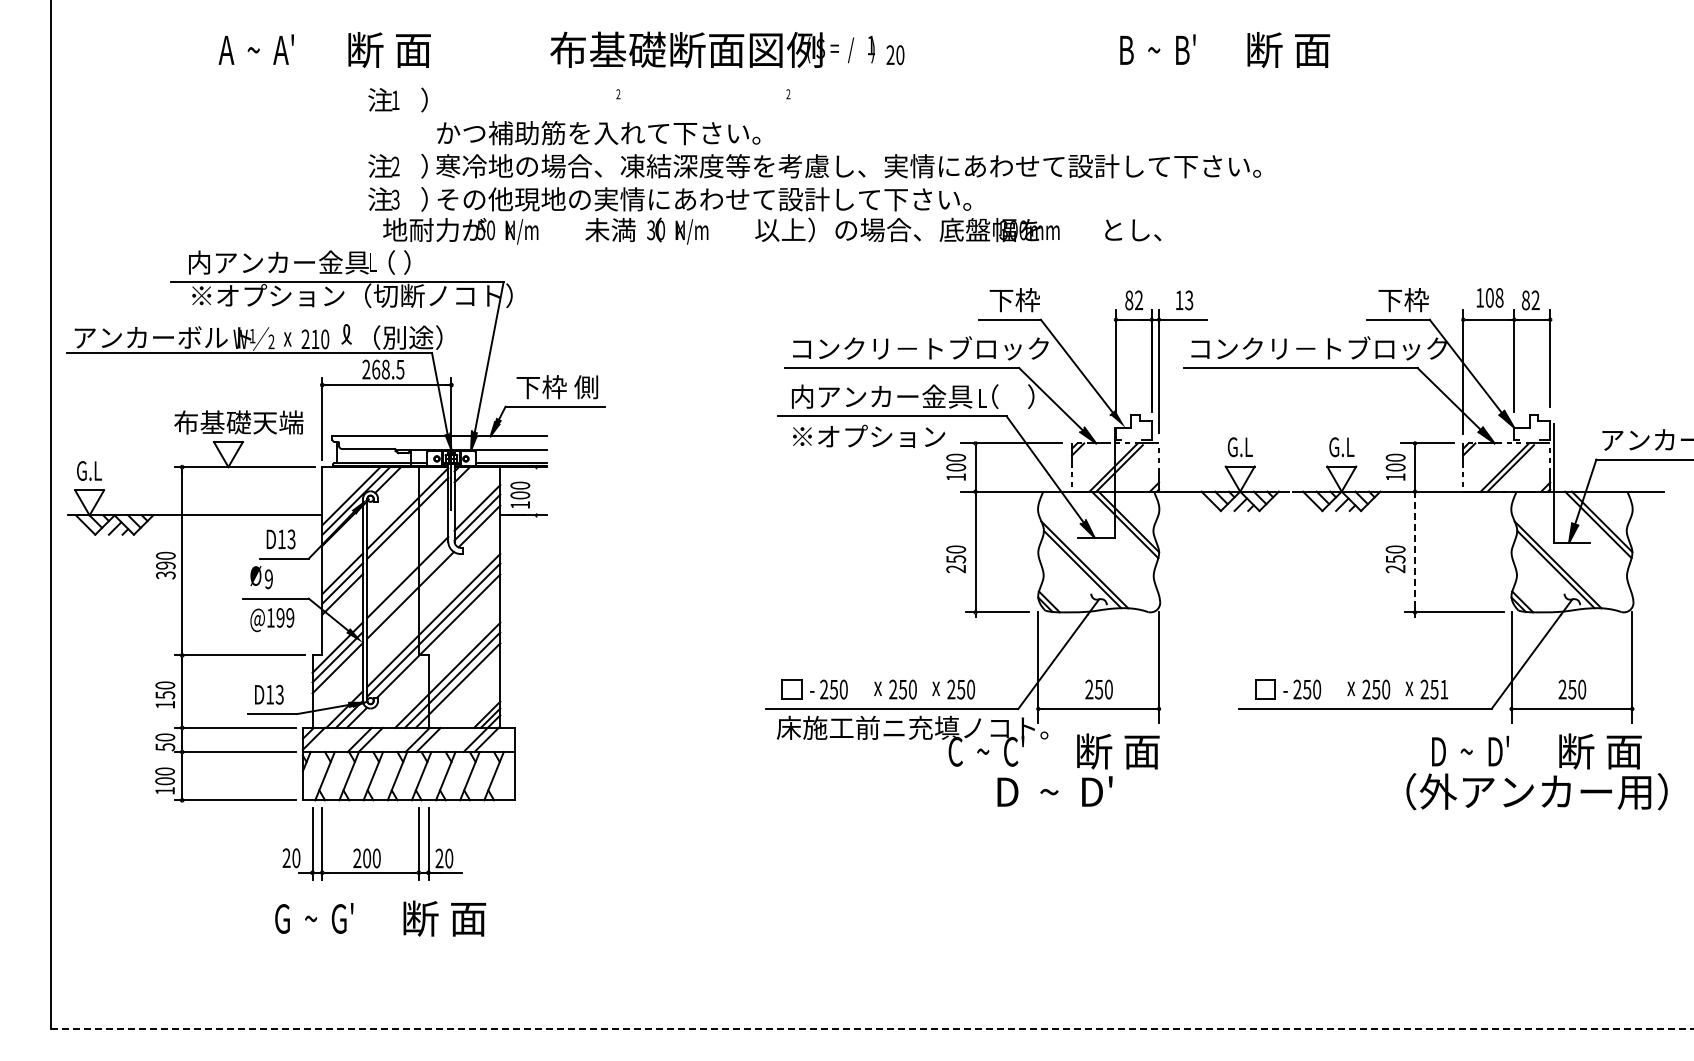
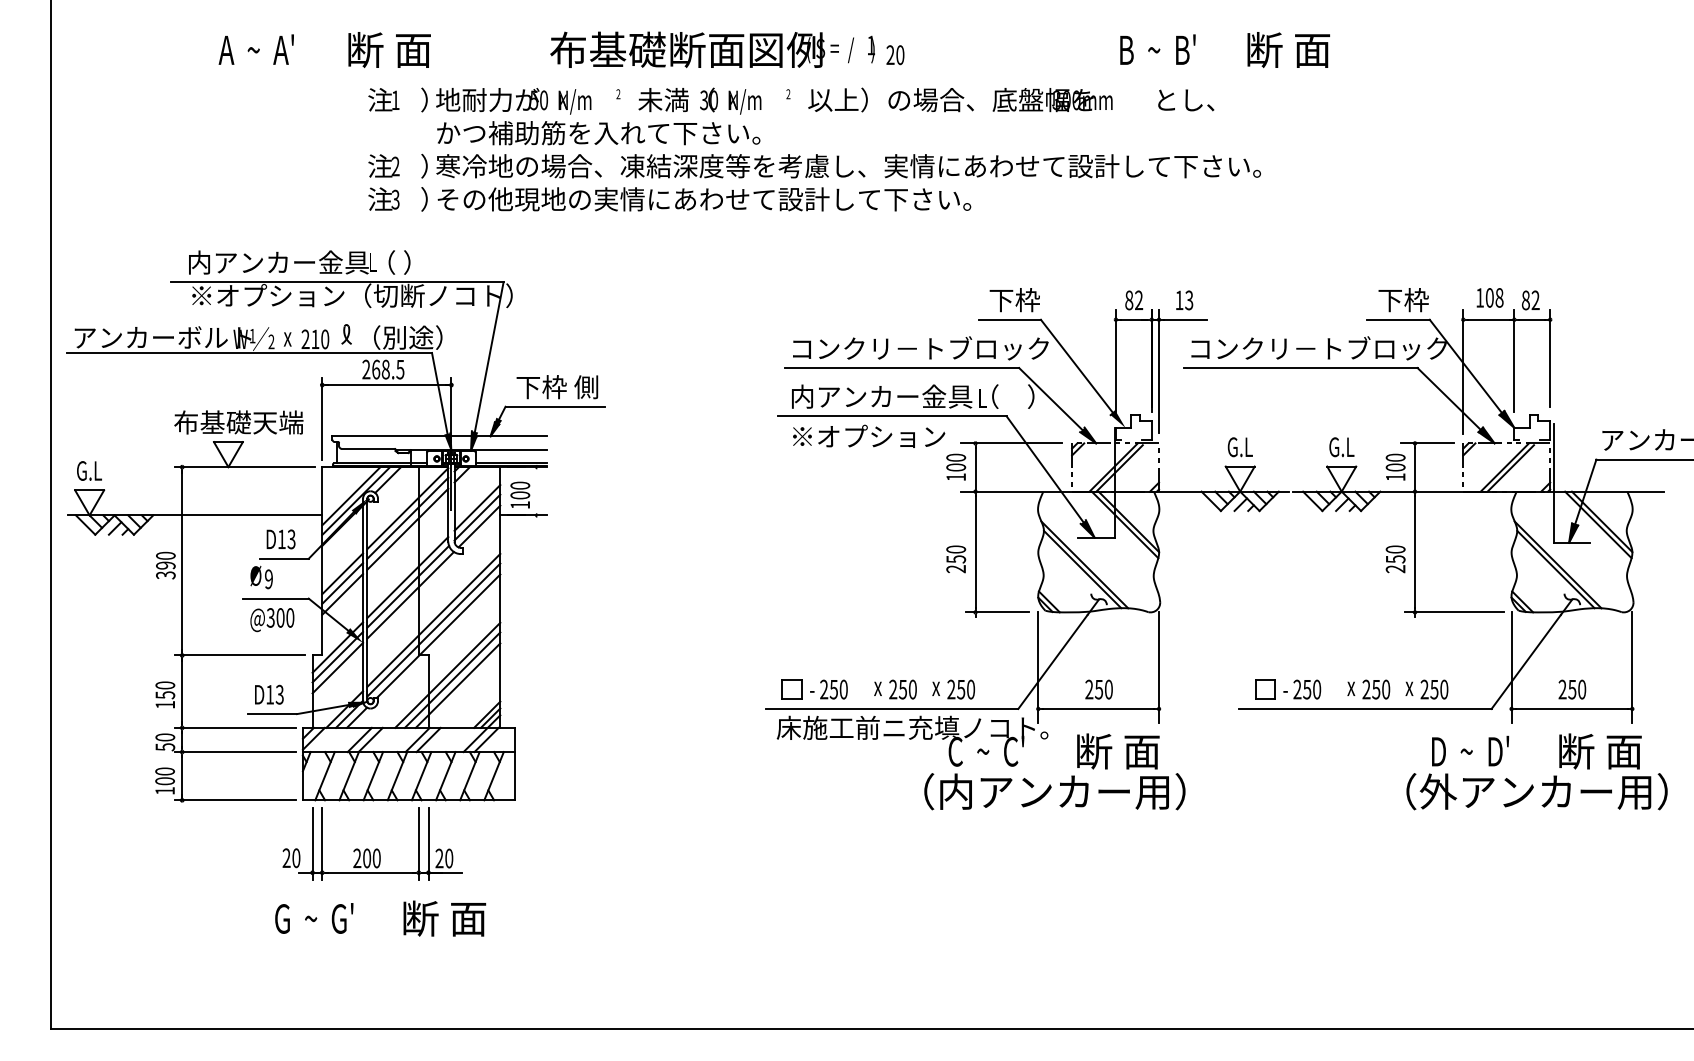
text at (772, 230) position: (772, 230) -> (825, 100)
line at (407, 528): none -> present
line at (1415, 552): dashed -> solid
line at (408, 586): none -> present
text at (280, 617): @199 -> @300
text at (1444, 689): 251 -> 250
text at (1054, 791): D  ~  D' -> （内アンカー用）
line at (872, 1029): dashed -> solid
